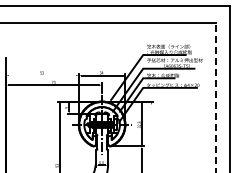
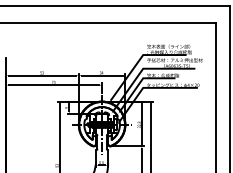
line at (42, 75): none -> present
line at (215, 98): dashed -> solid
line at (151, 136): none -> present
